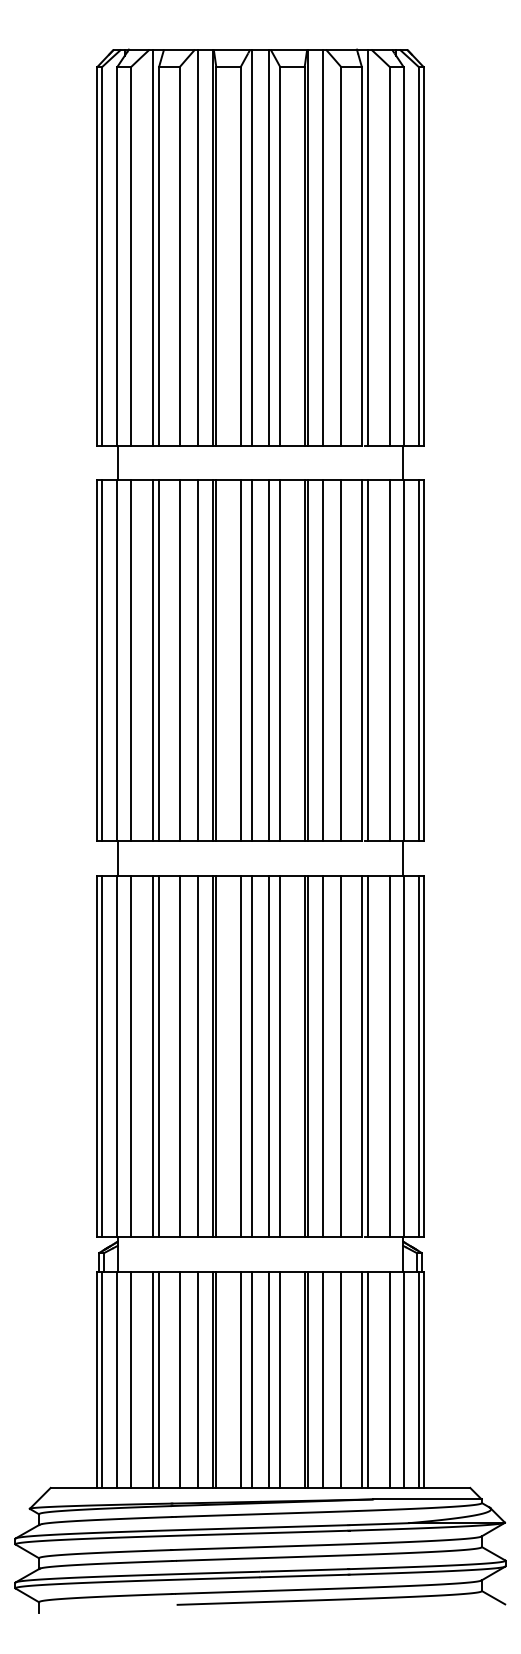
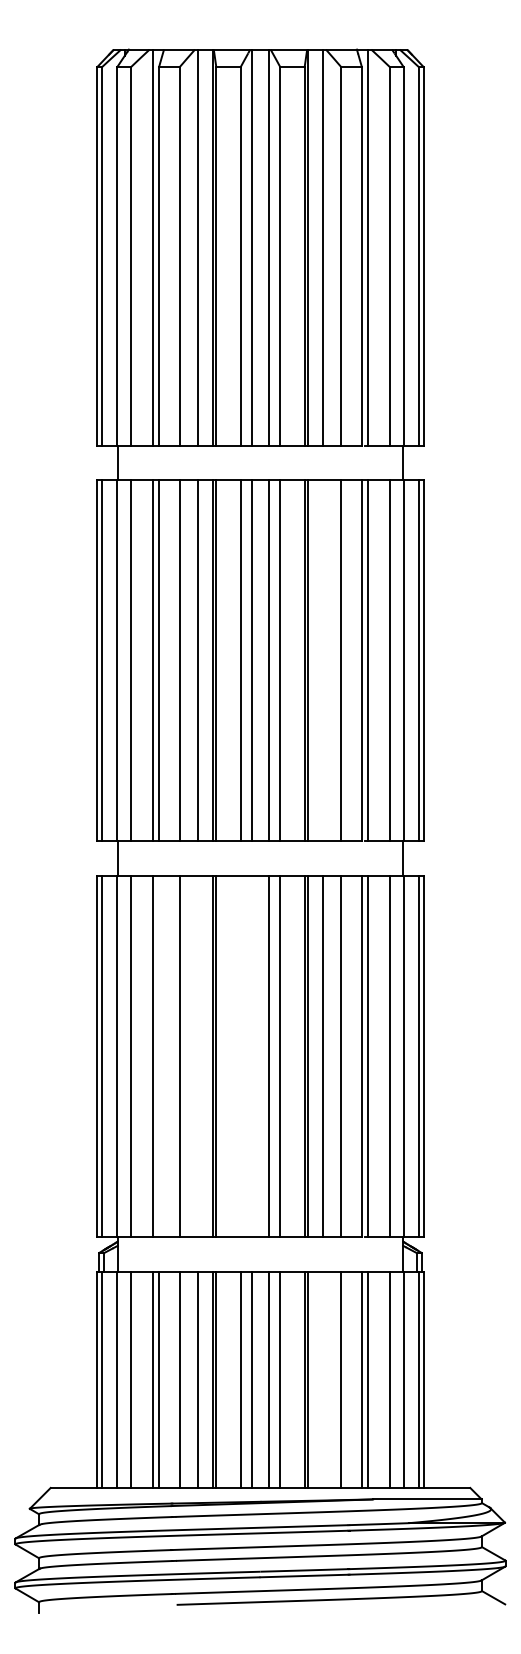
line at (323, 660): present -> none
line at (159, 1056): present -> none
line at (197, 1056): present -> none
line at (240, 1056): present -> none
line at (252, 1056): present -> none
line at (323, 1379): present -> none
